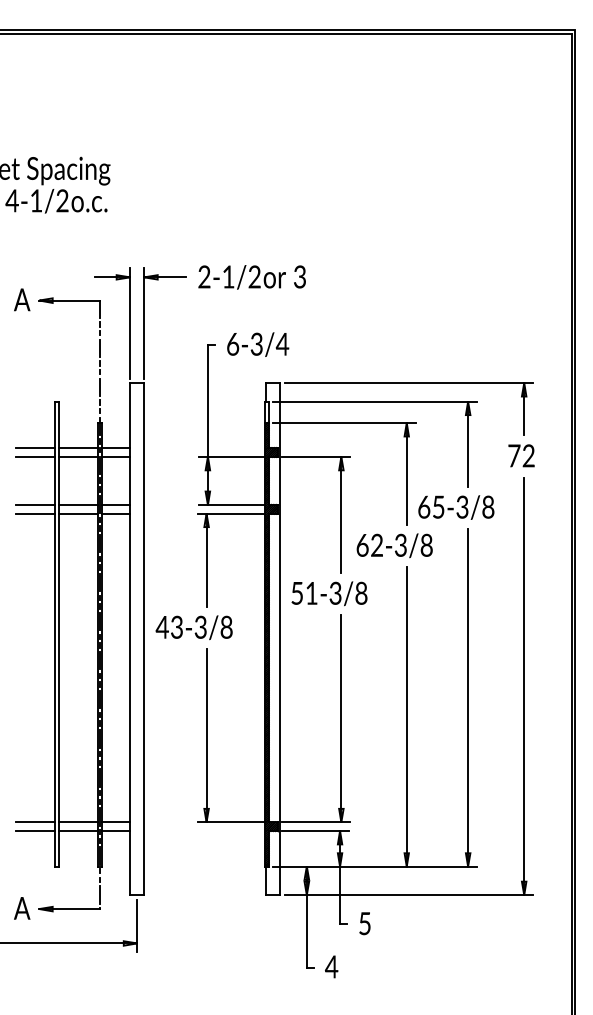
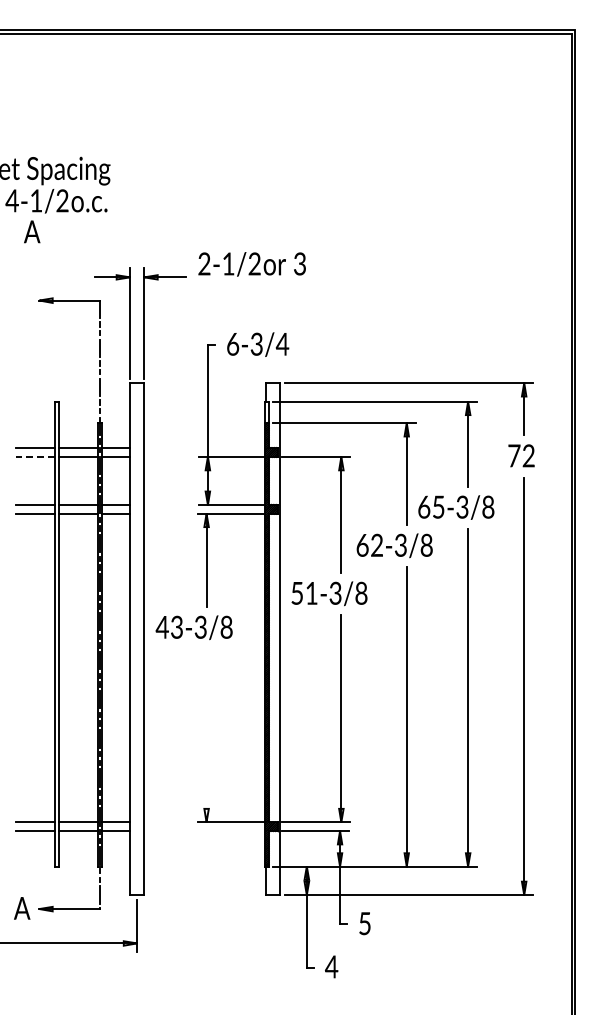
text at (251, 277) position: (251, 277) -> (251, 264)
text at (22, 299) position: (22, 299) -> (32, 231)
line at (35, 456): solid -> dashed
line at (206, 735): present -> none
